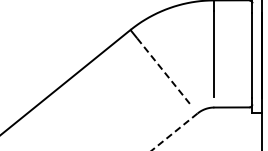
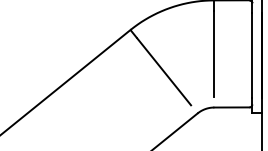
line at (164, 71): dashed -> solid
line at (175, 131): dashed -> solid
